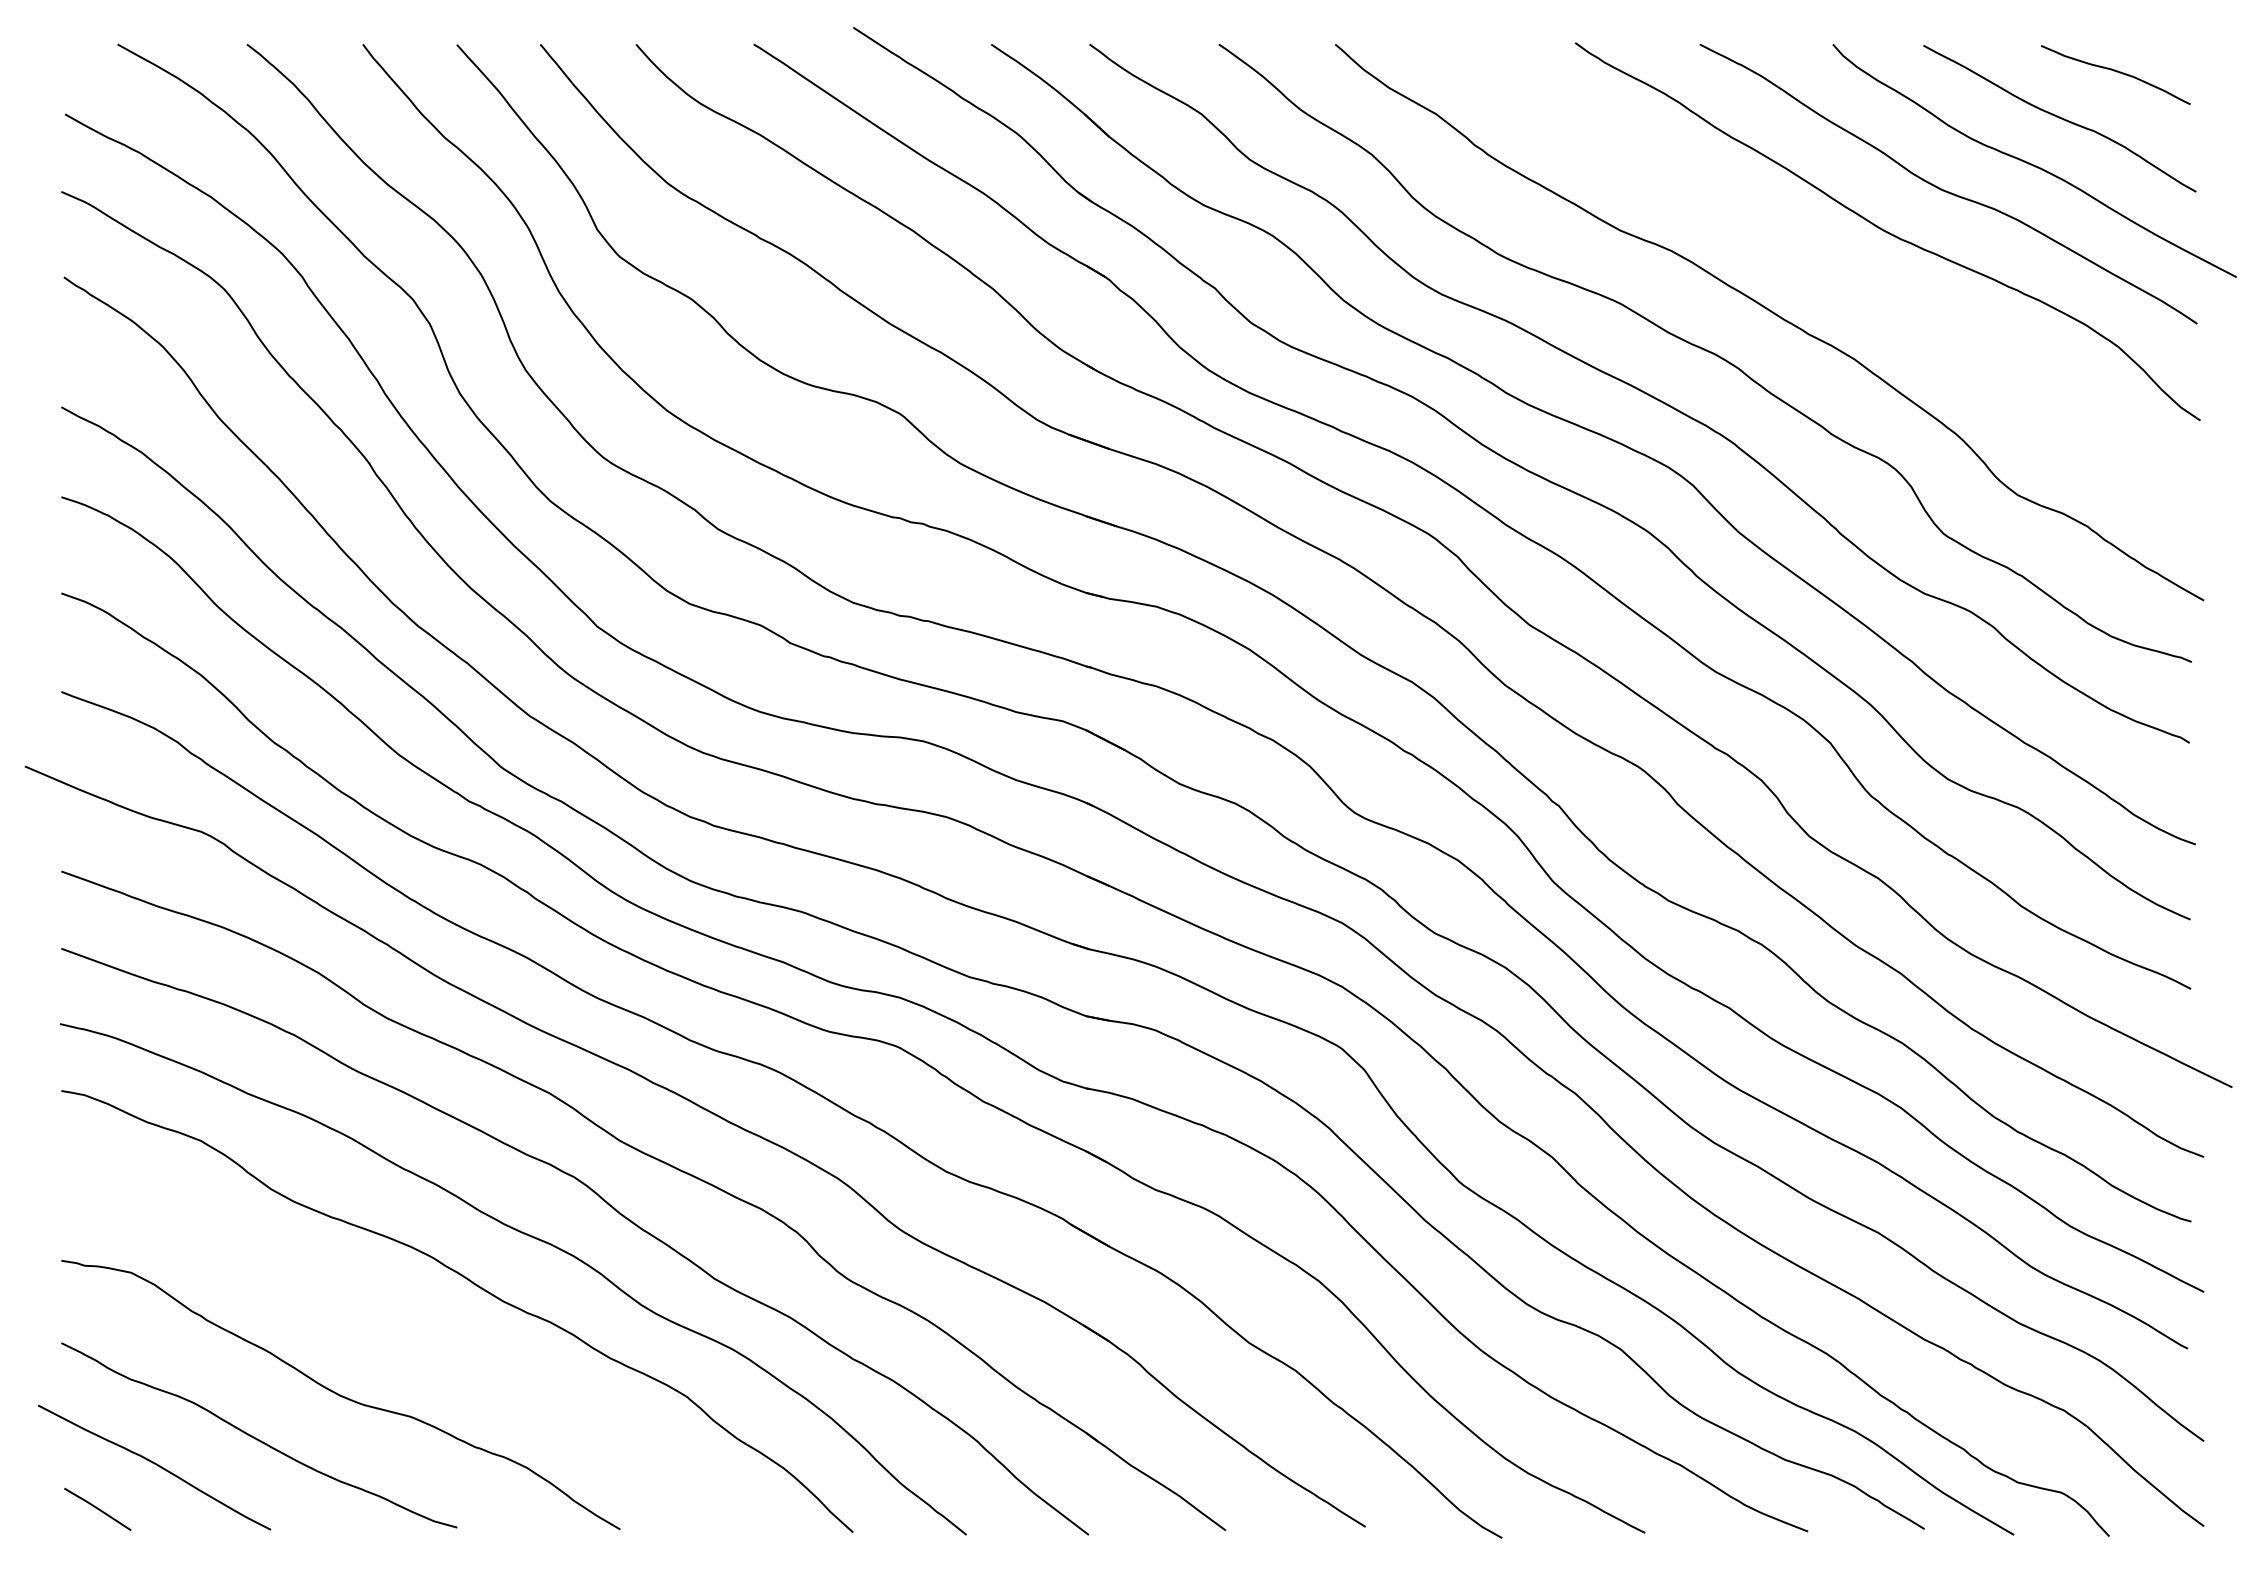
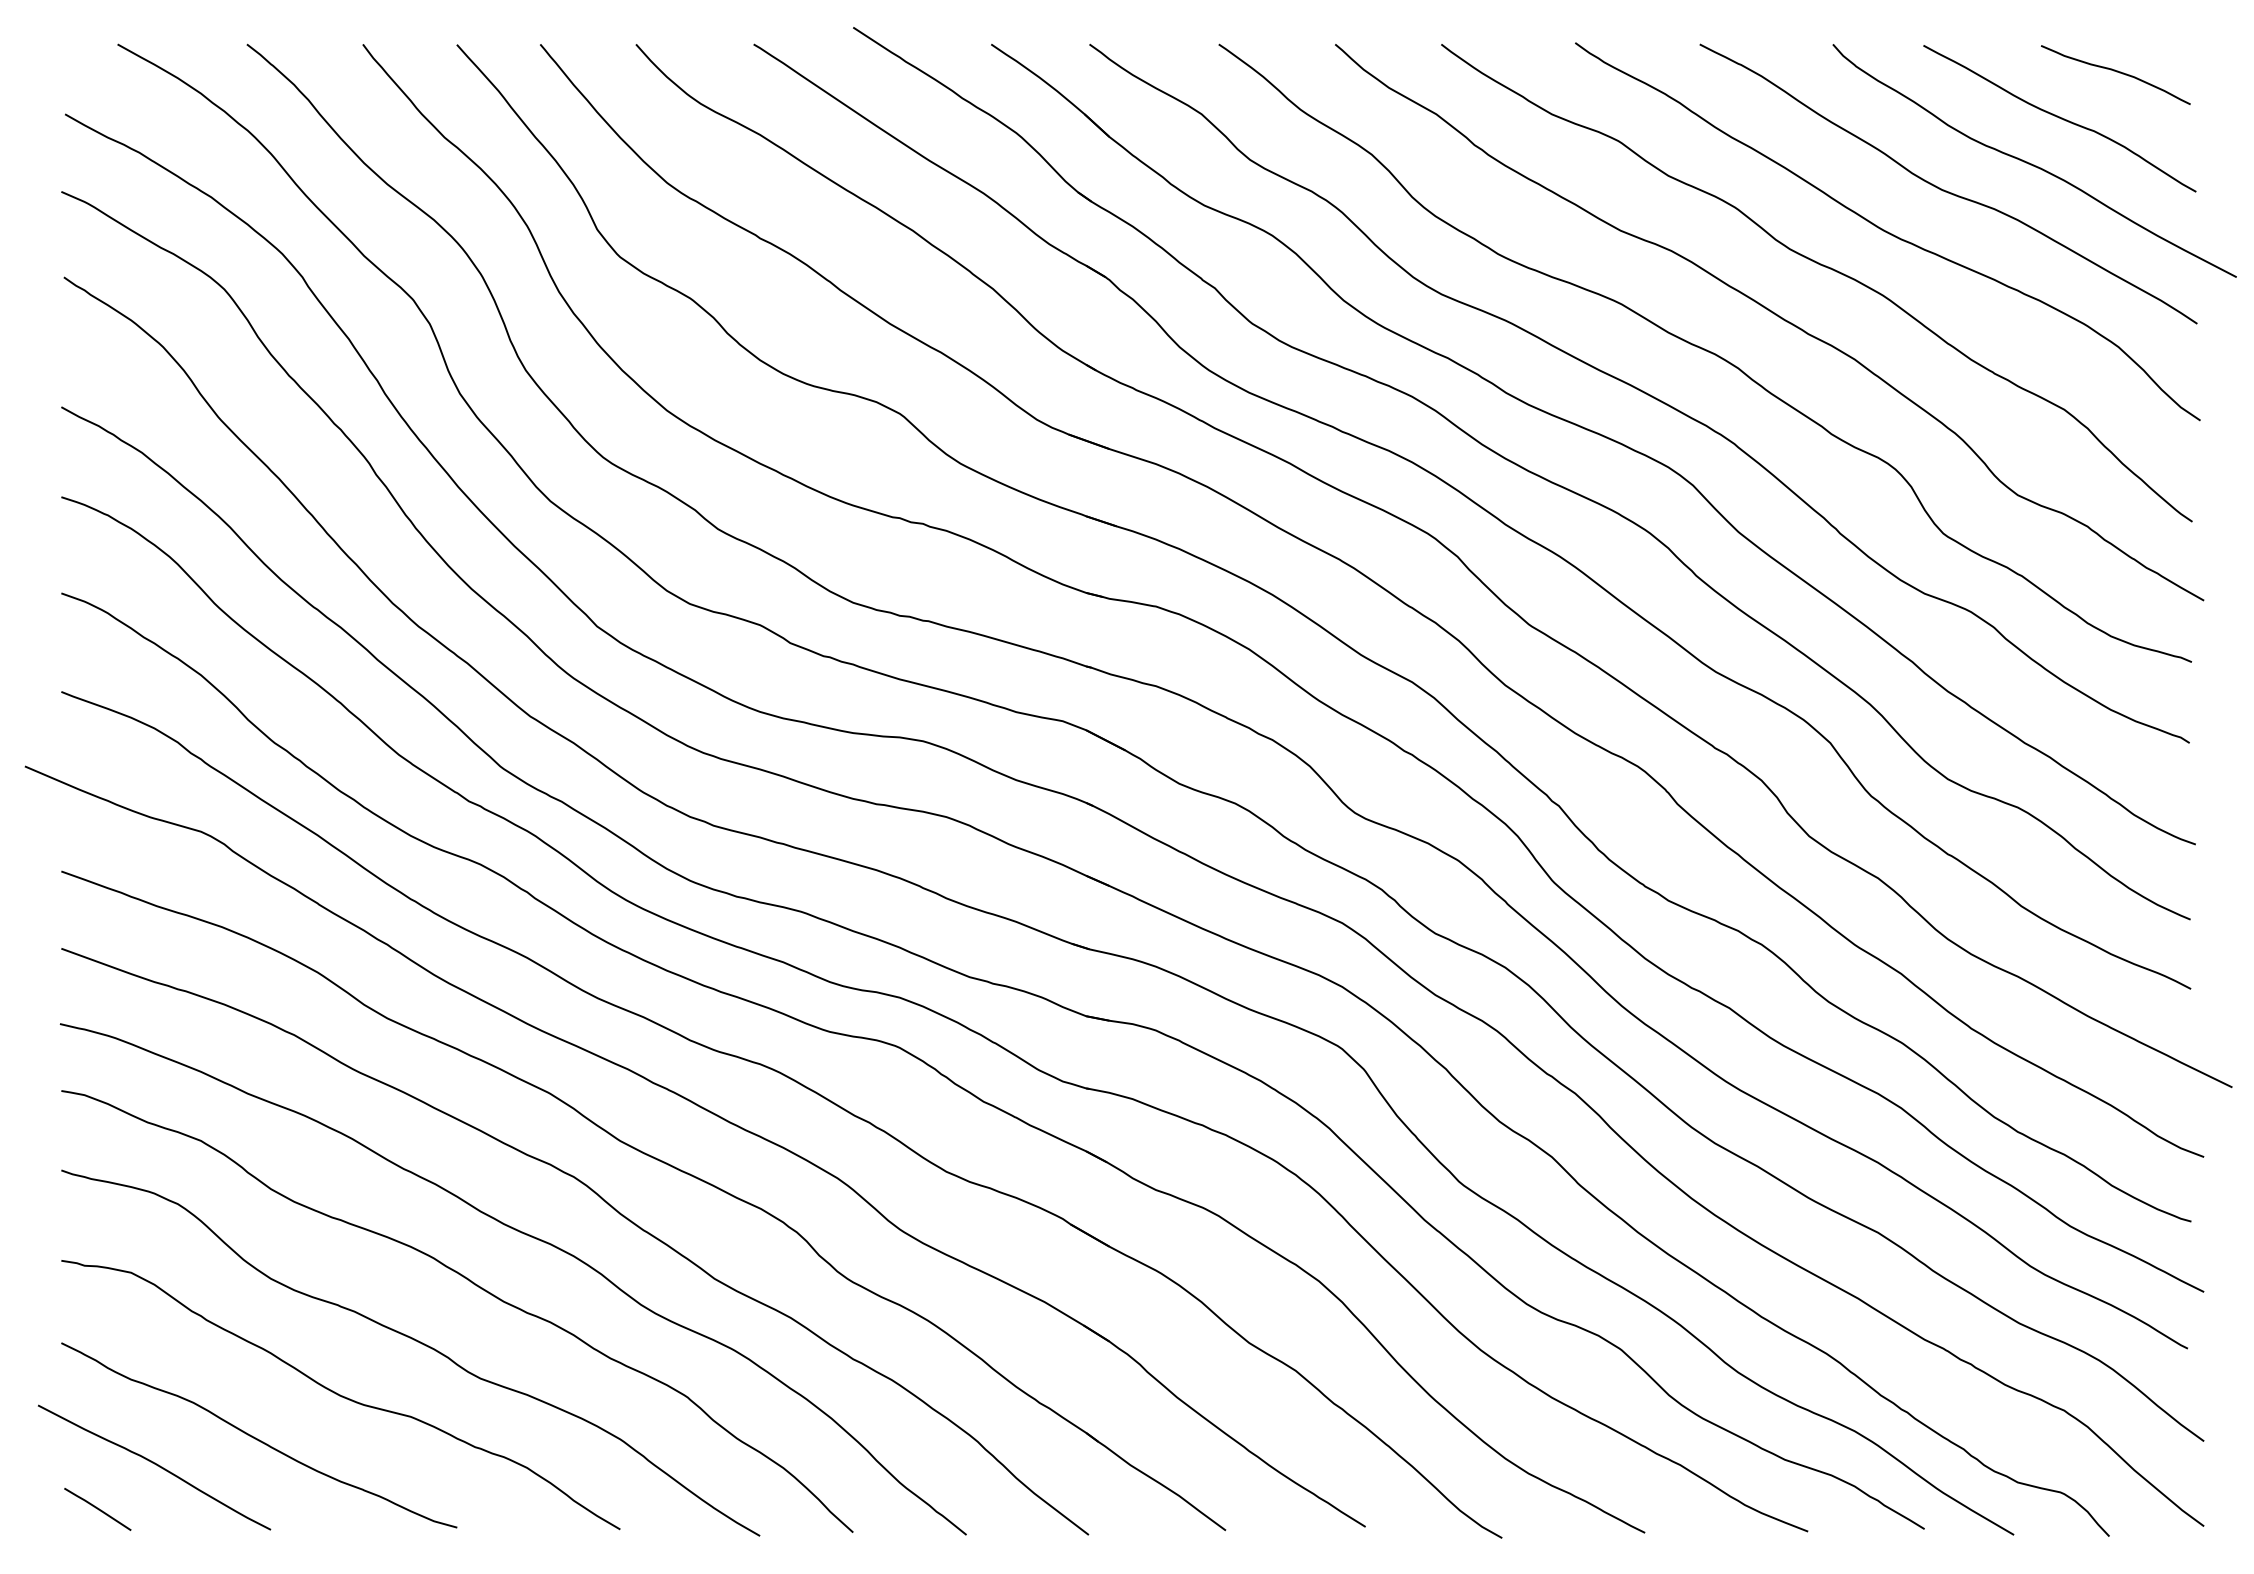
curve at (1822, 266): none -> present
curve at (415, 1341): none -> present
